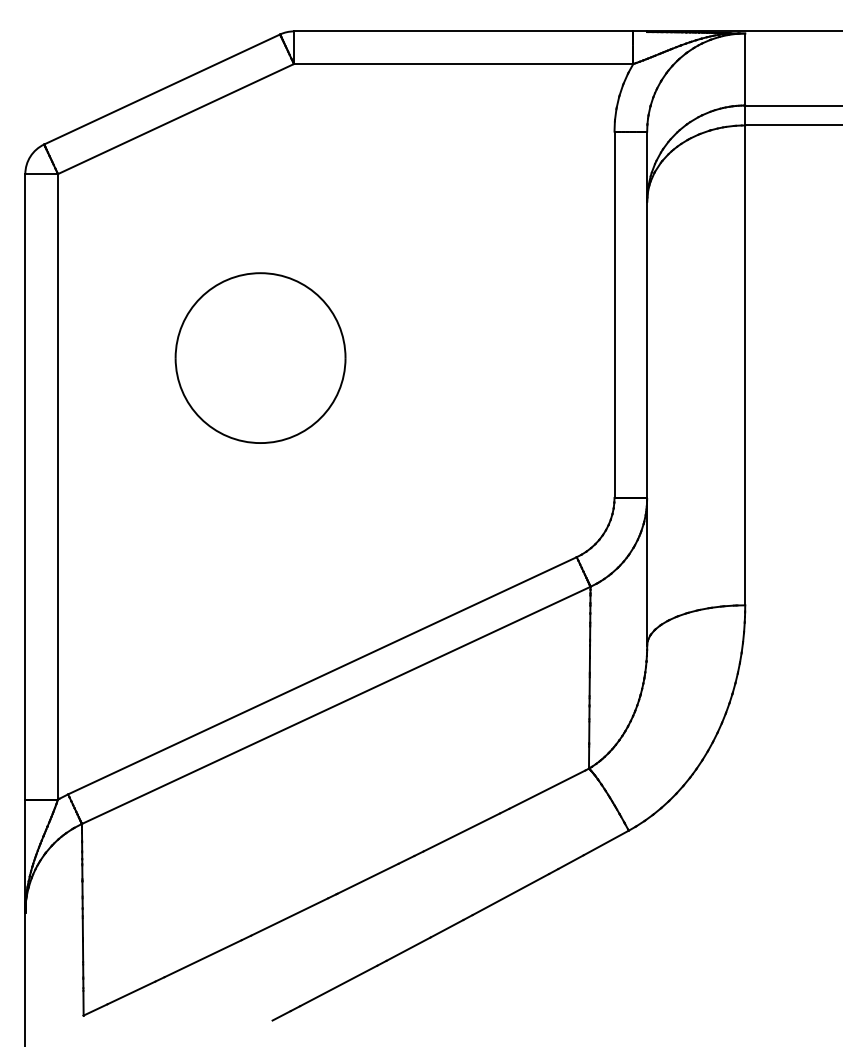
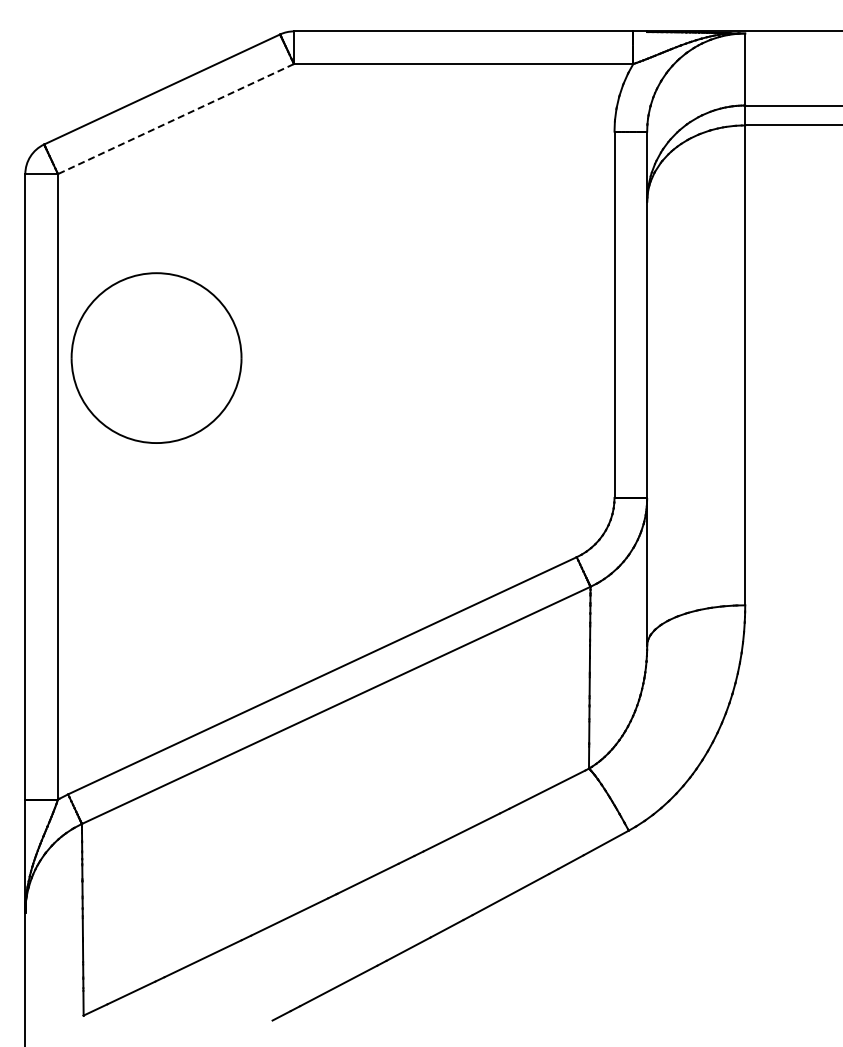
line at (175, 119): solid -> dashed
part at (260, 357) position: (260, 357) -> (156, 357)
